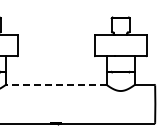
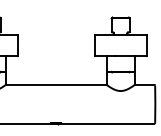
line at (55, 84): dashed -> solid
